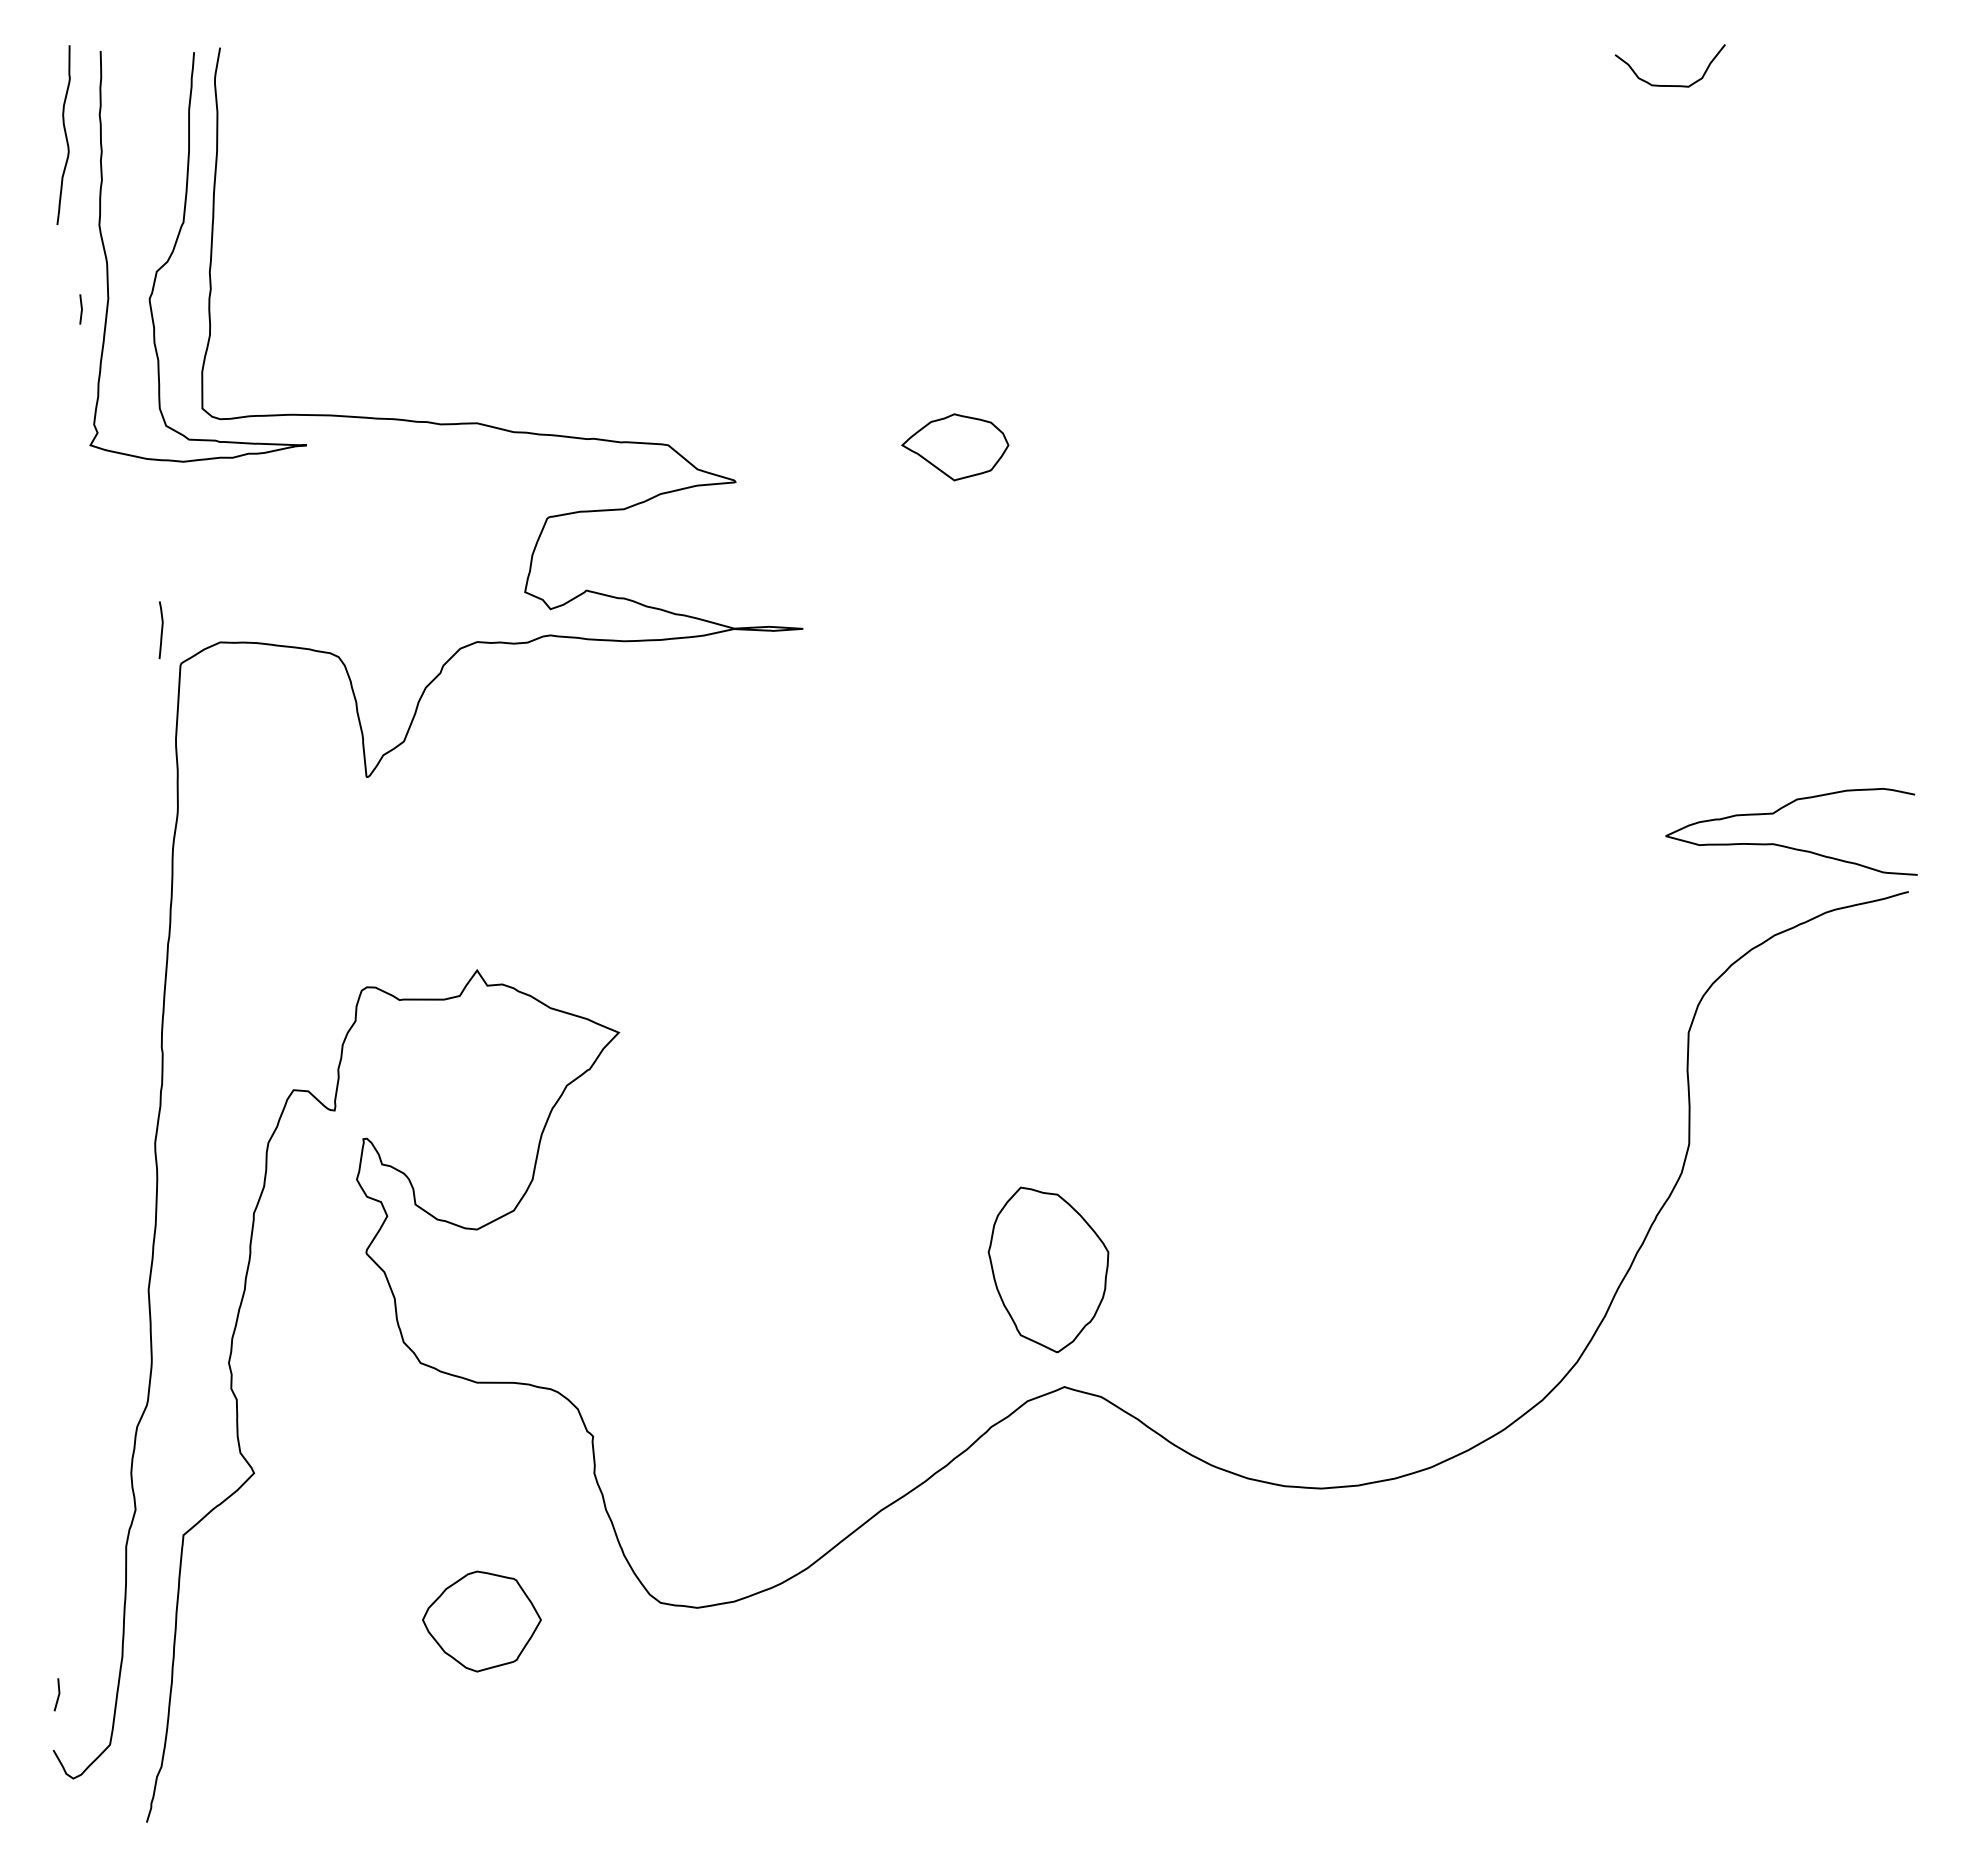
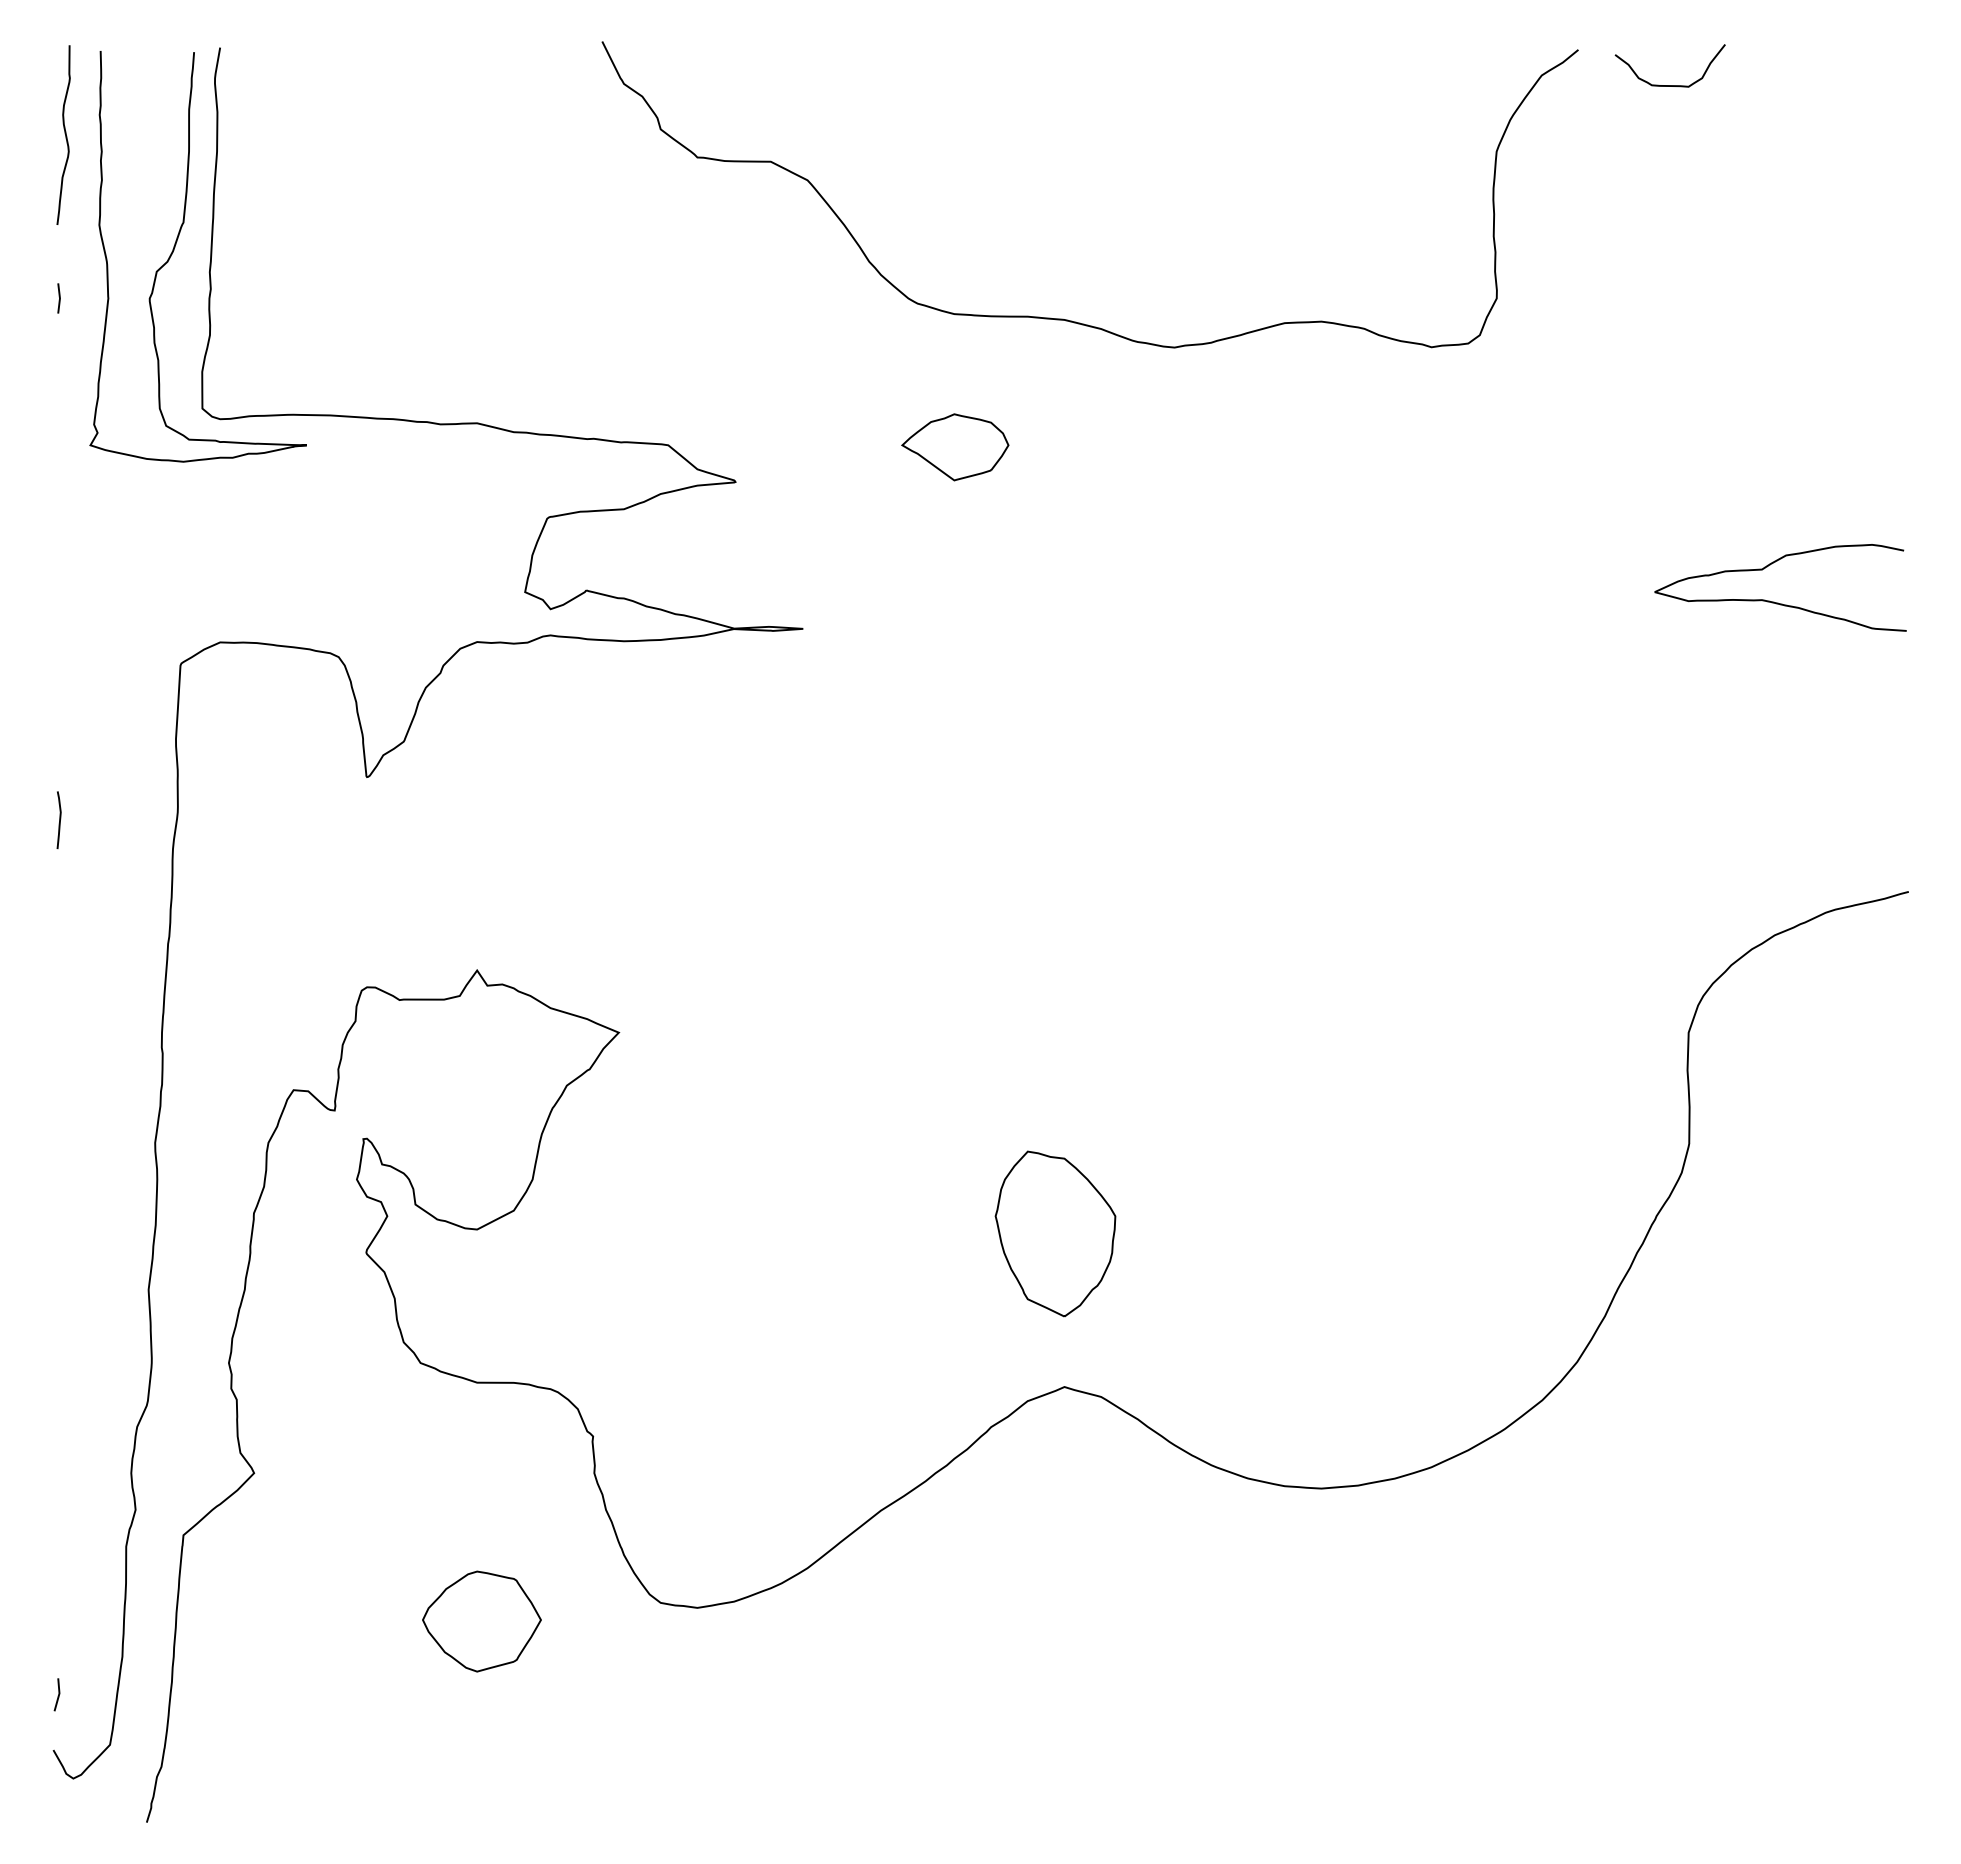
line at (81, 309) position: (81, 309) -> (59, 298)
curve at (1063, 318): none -> present
curve at (161, 630) position: (161, 630) -> (59, 820)
curve at (1789, 846) position: (1789, 846) -> (1778, 602)
part at (1048, 1269) position: (1048, 1269) -> (1055, 1233)
